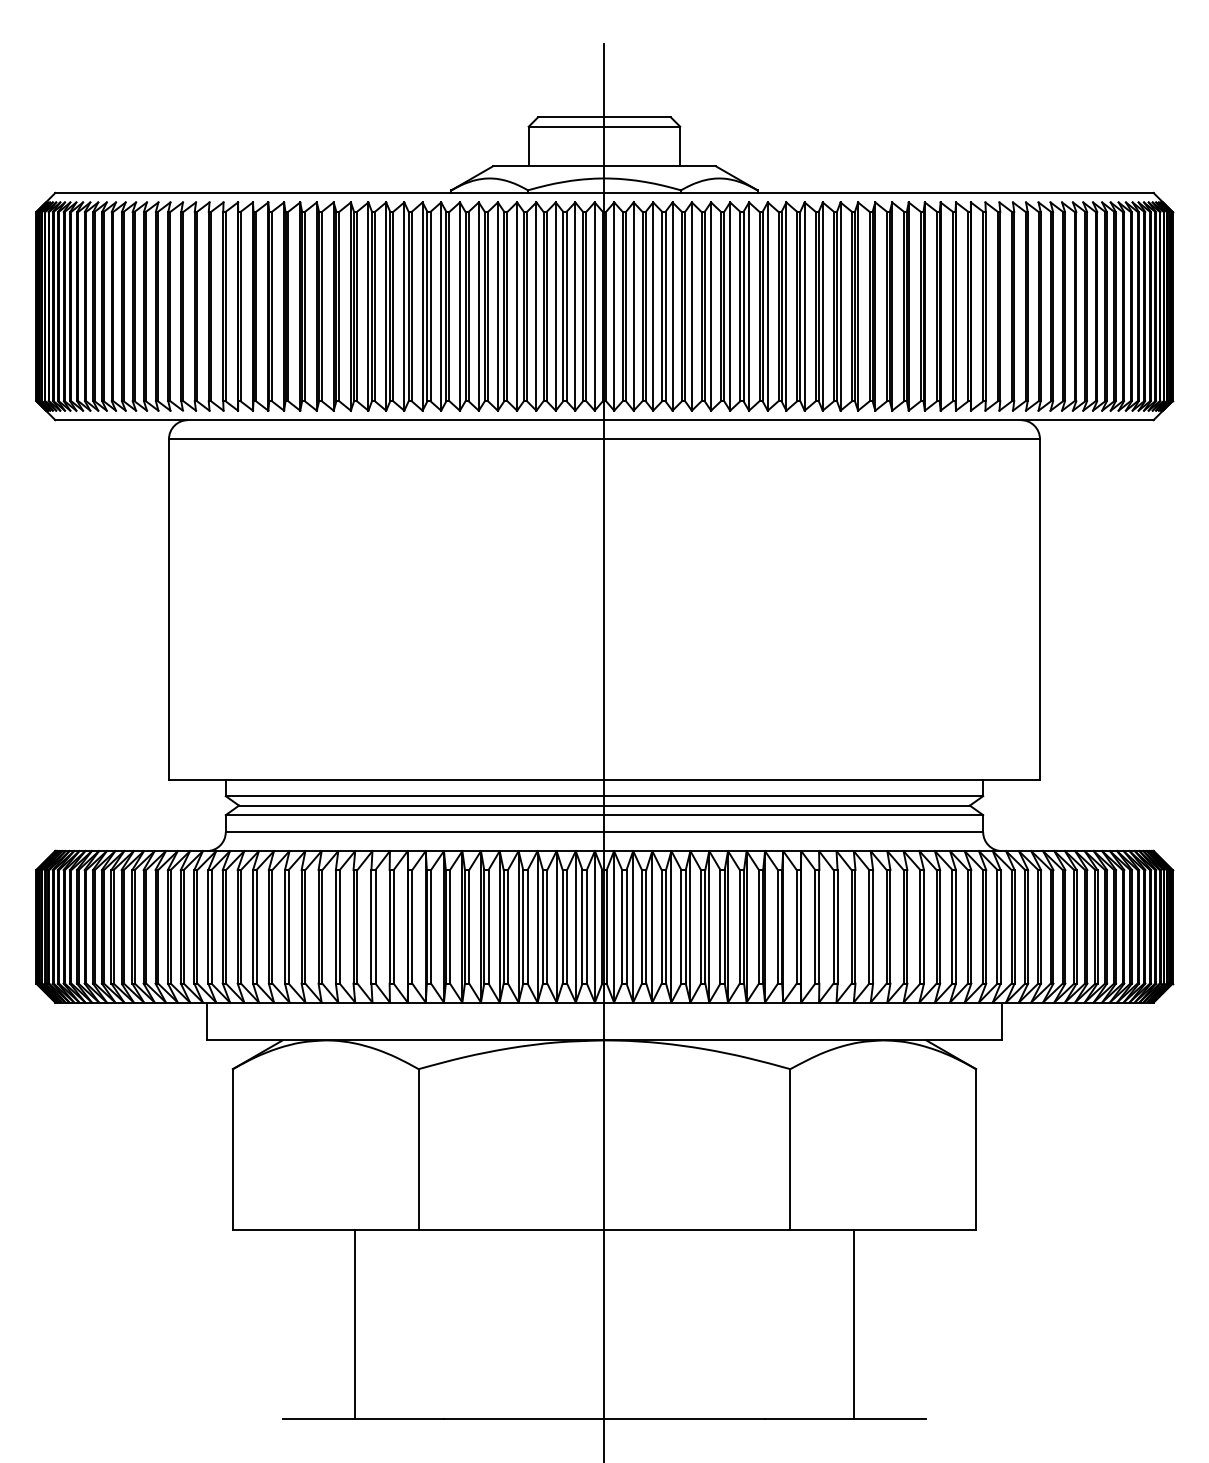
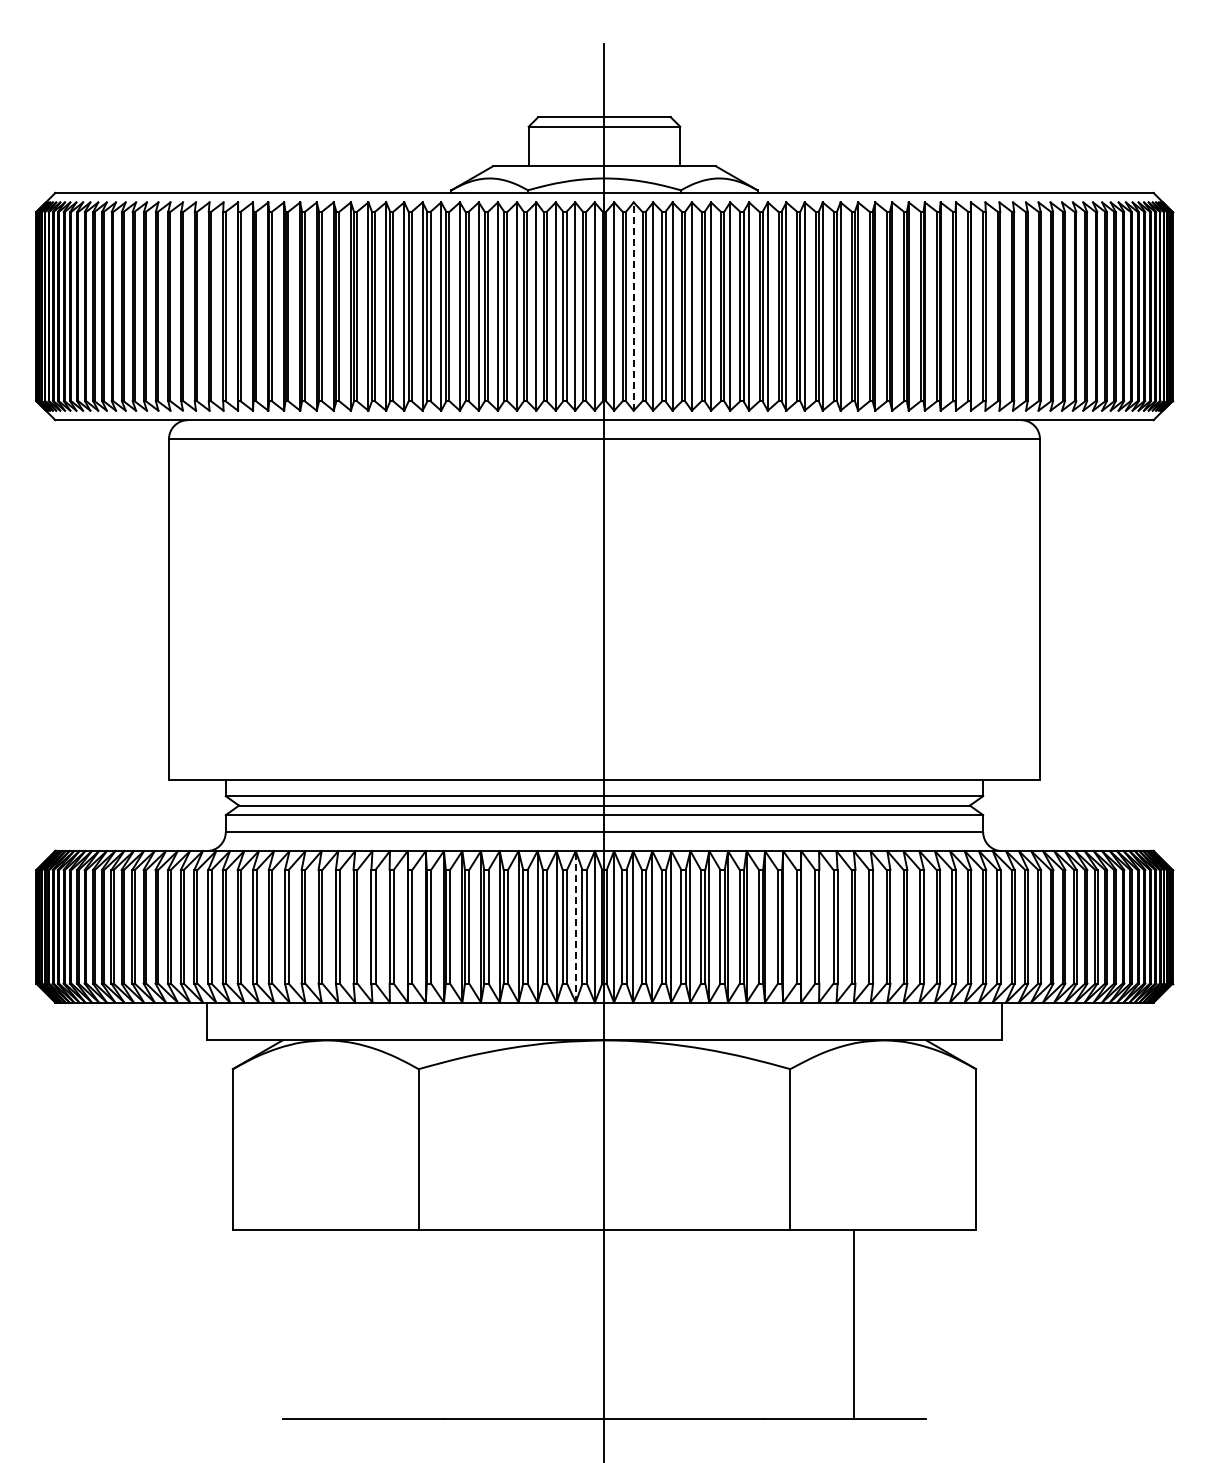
line at (633, 306): solid -> dashed
line at (575, 926): solid -> dashed
line at (355, 1324): present -> none
